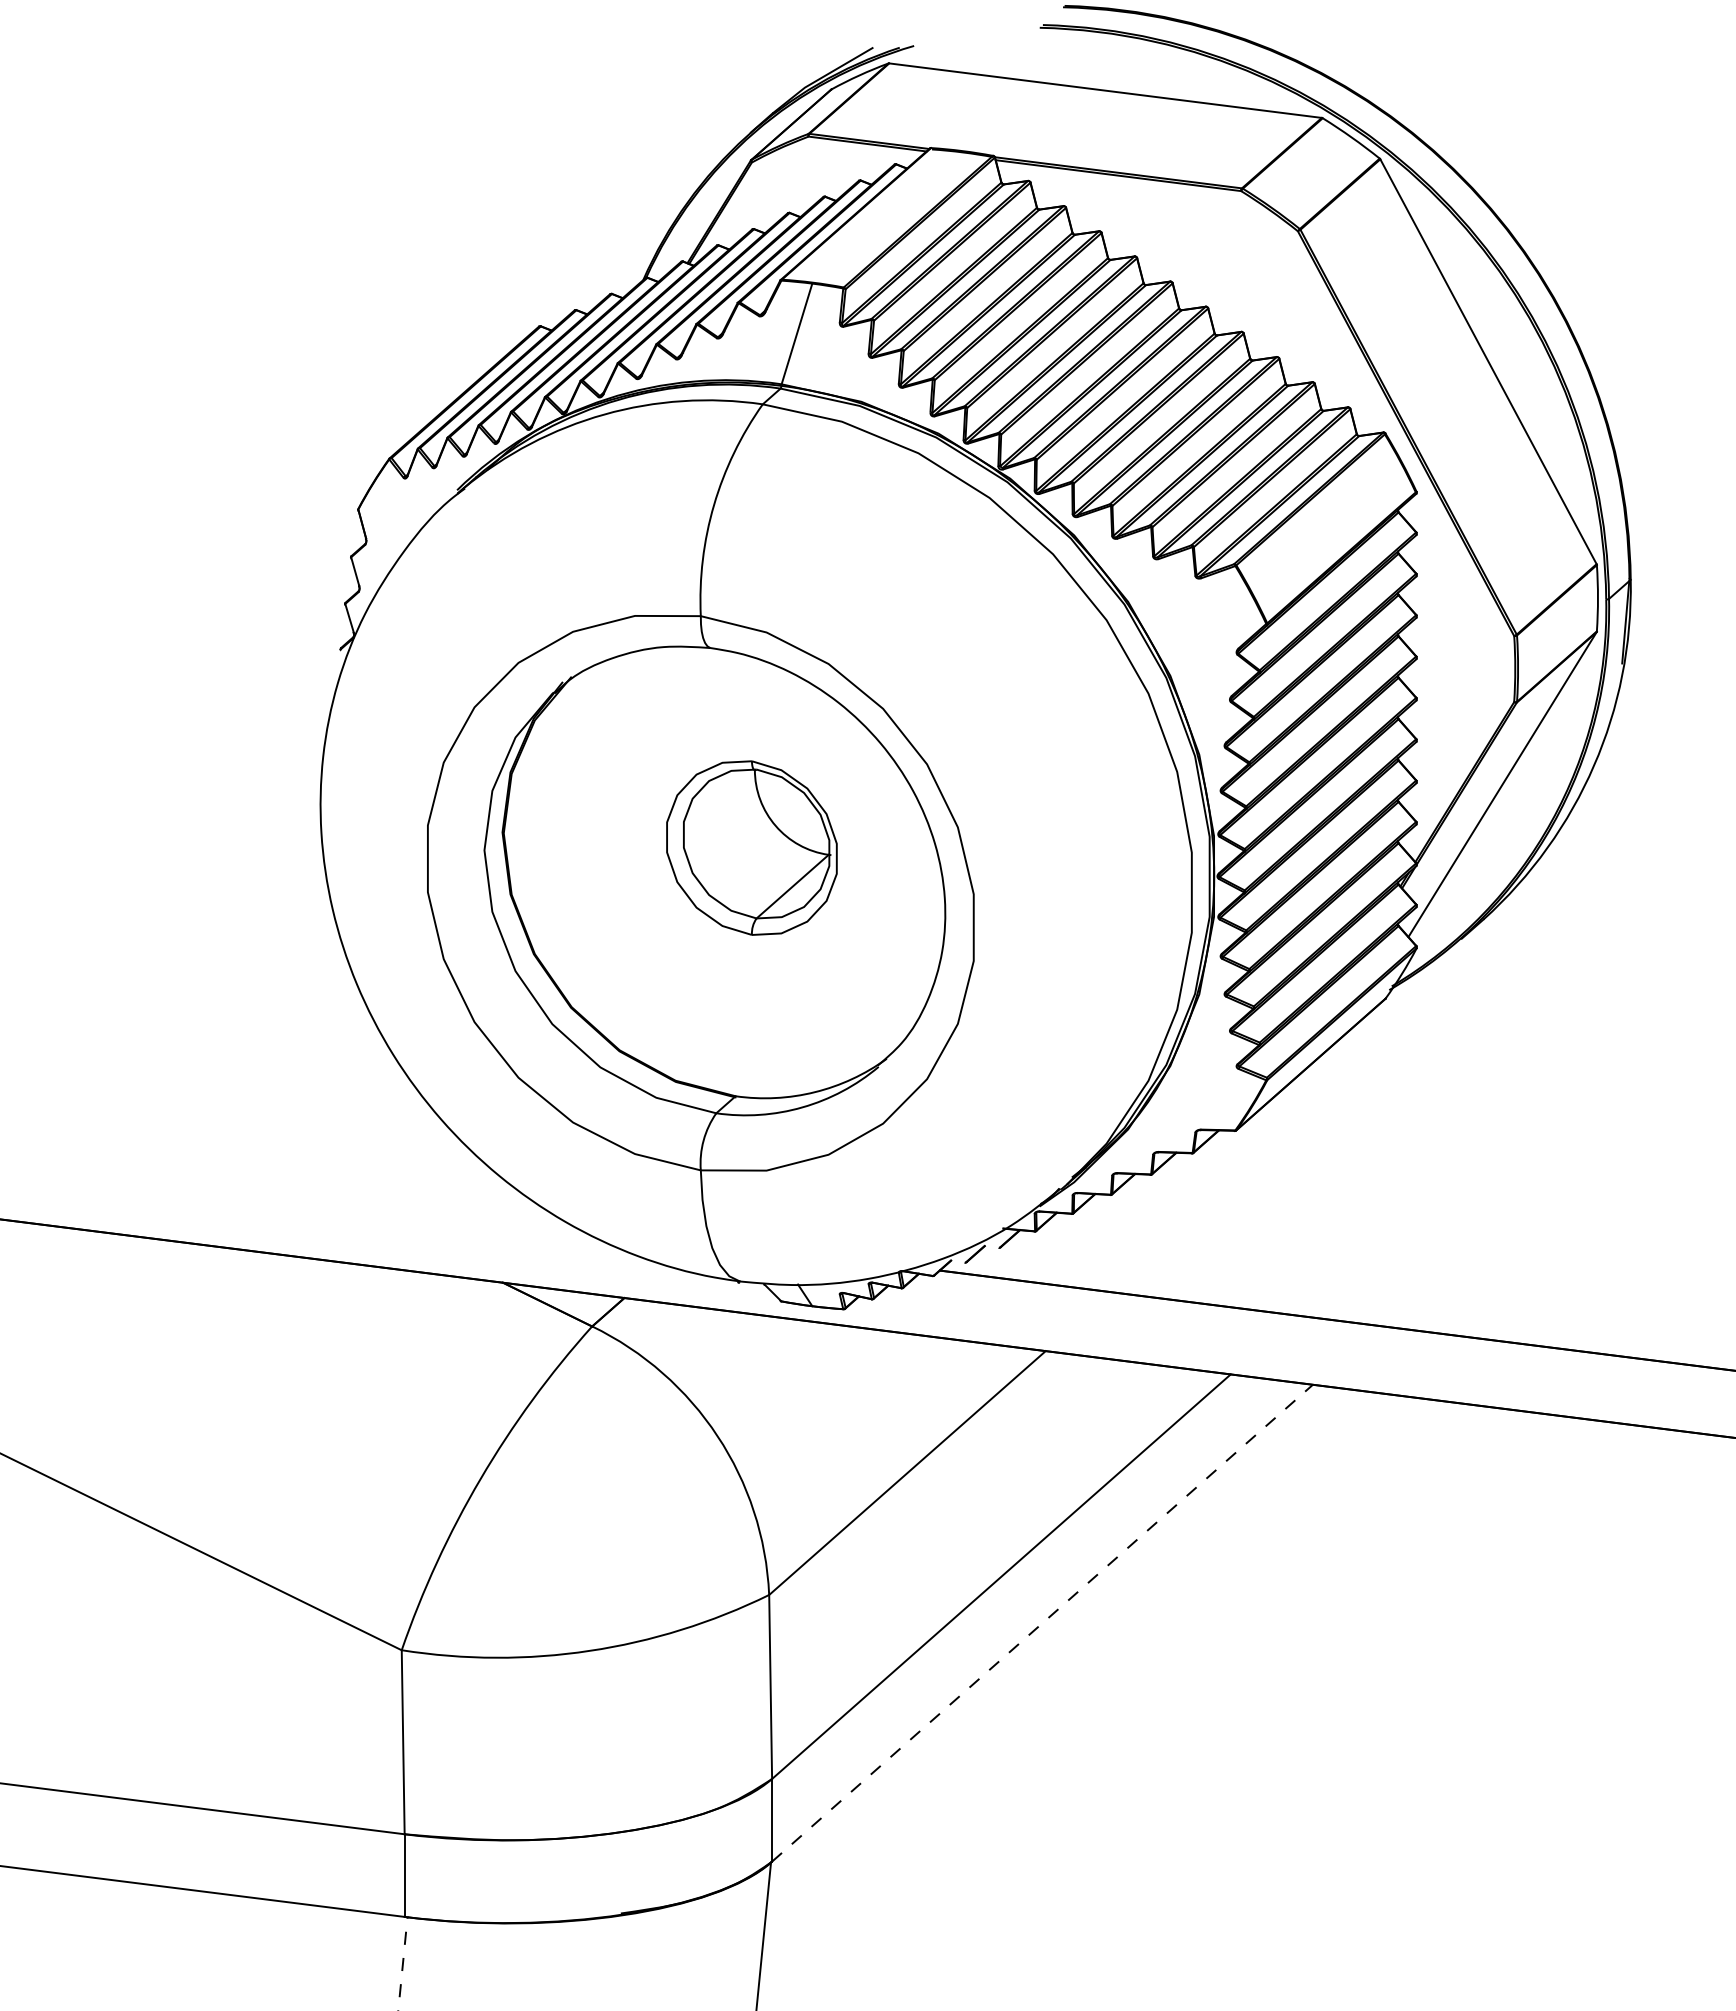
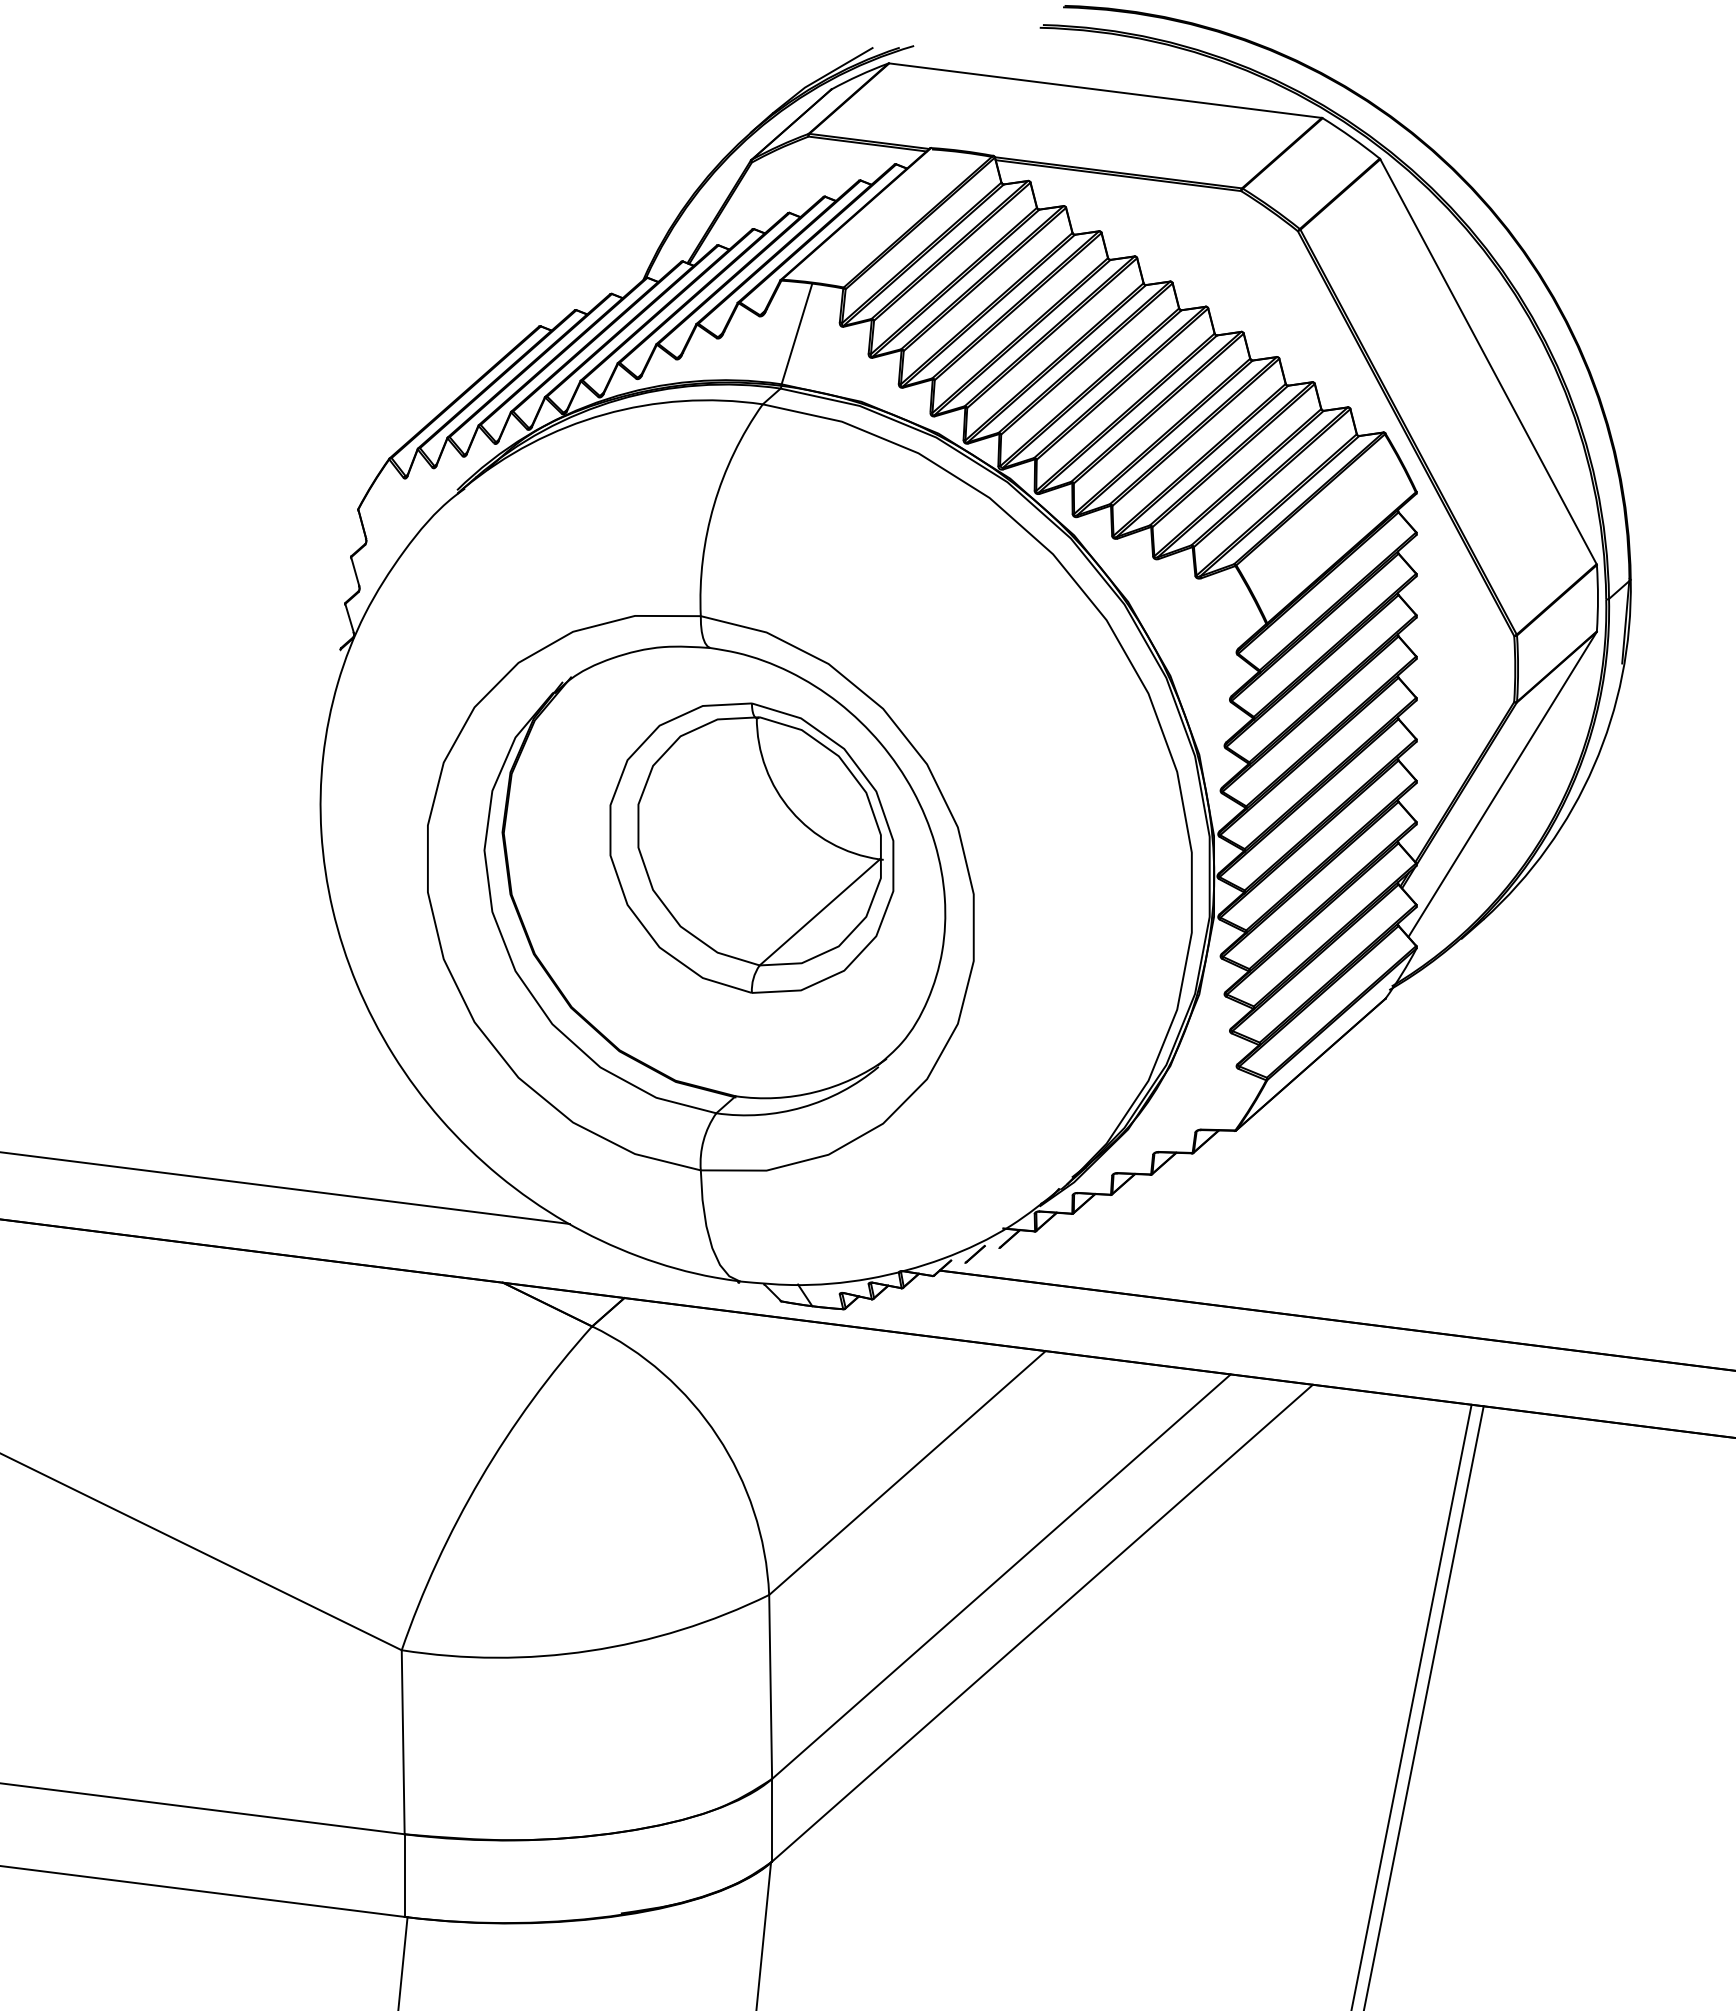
part at (751, 847) size: 172x176 px -> 286x292 px
line at (285, 1188): none -> present
line at (1042, 1622): dashed -> solid
line at (1411, 1705): none -> present
line at (1423, 1706): none -> present
line at (402, 1964): dashed -> solid
